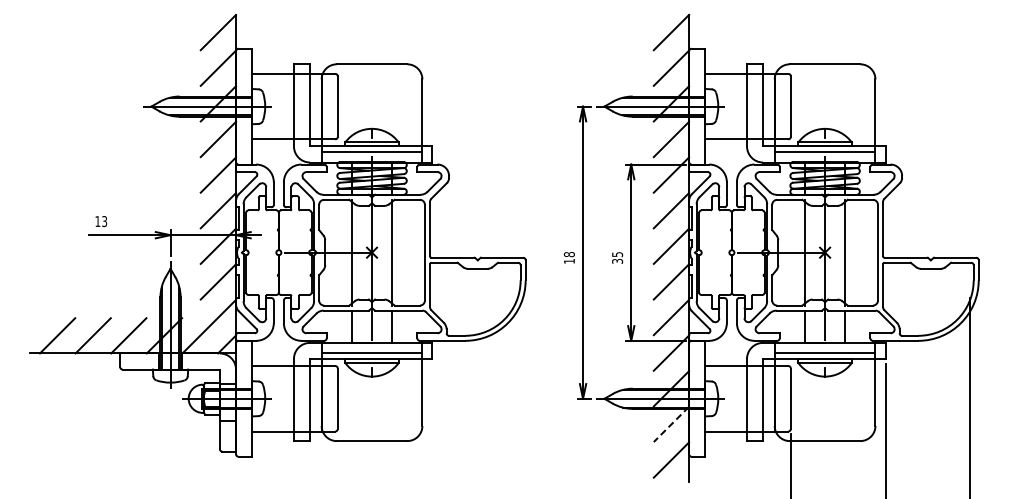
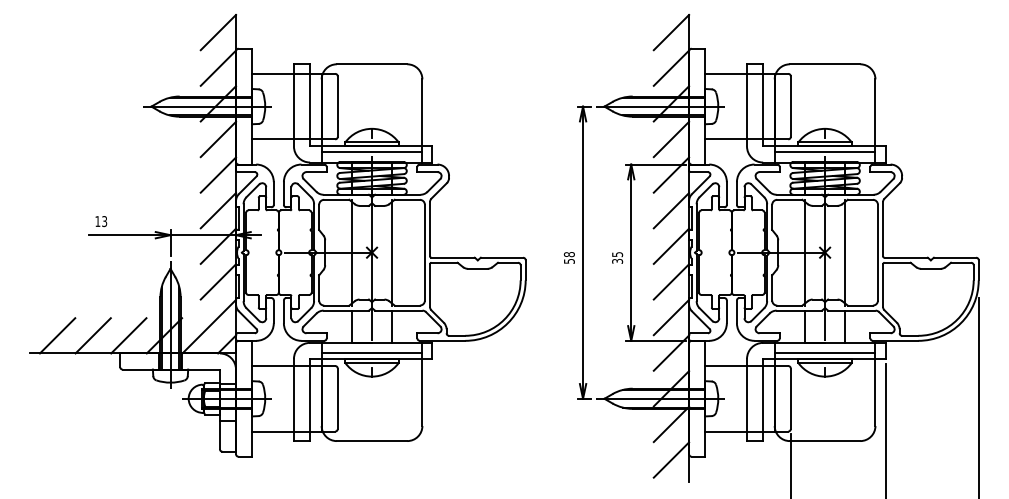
text at (569, 261): 18 -> 58
line at (969, 396) position: (969, 396) -> (978, 396)
line at (671, 424): dashed -> solid
